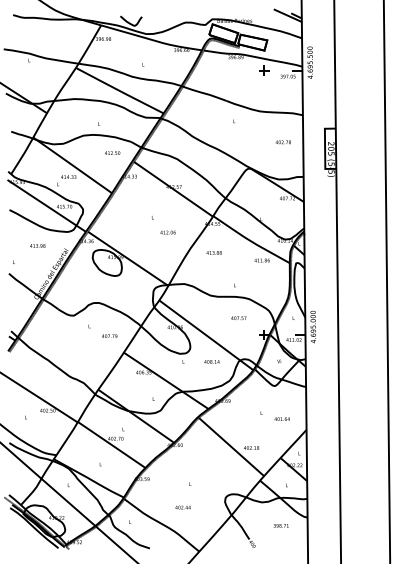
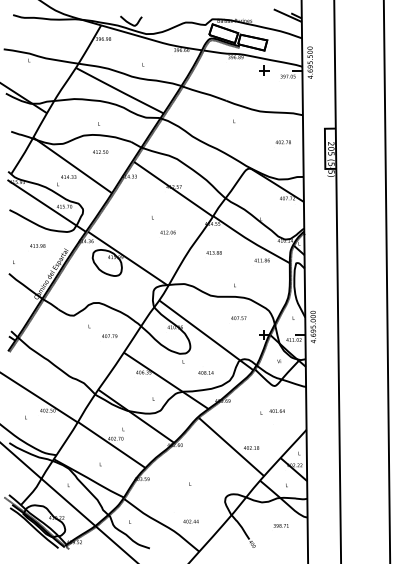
text at (112, 152) position: (112, 152) -> (100, 151)
text at (211, 361) position: (211, 361) -> (205, 372)
text at (281, 418) position: (281, 418) -> (276, 410)
text at (182, 507) position: (182, 507) -> (190, 521)
